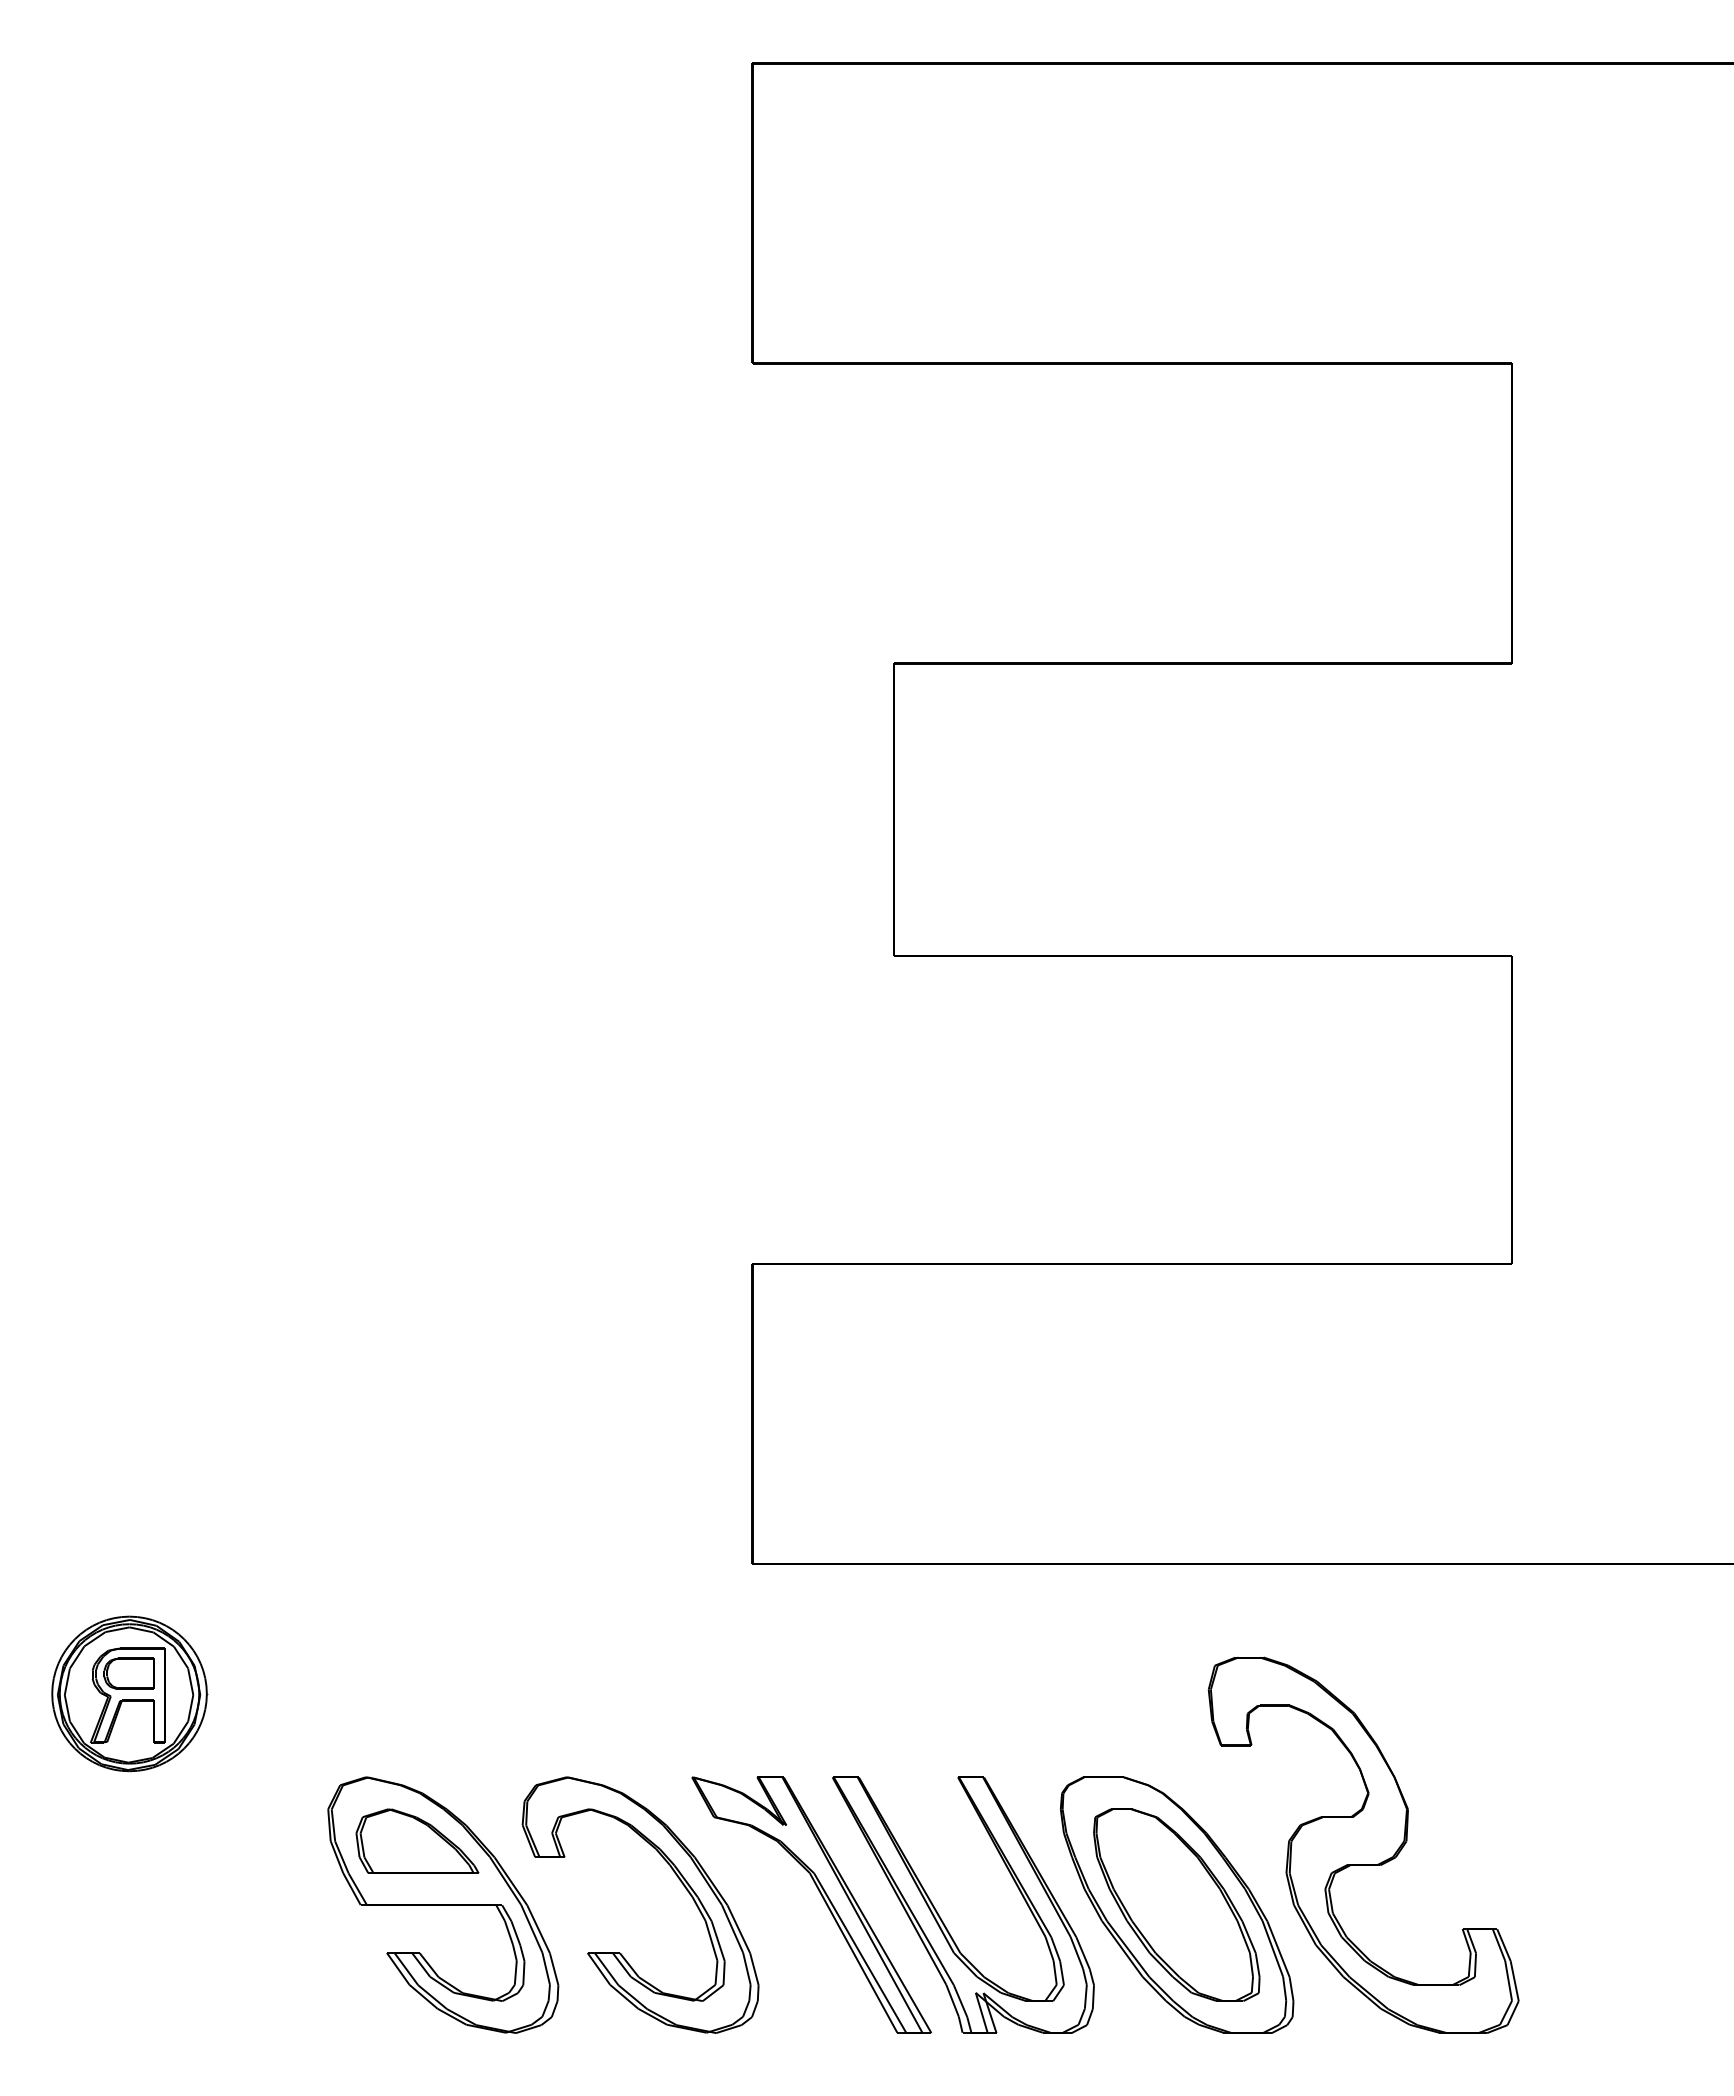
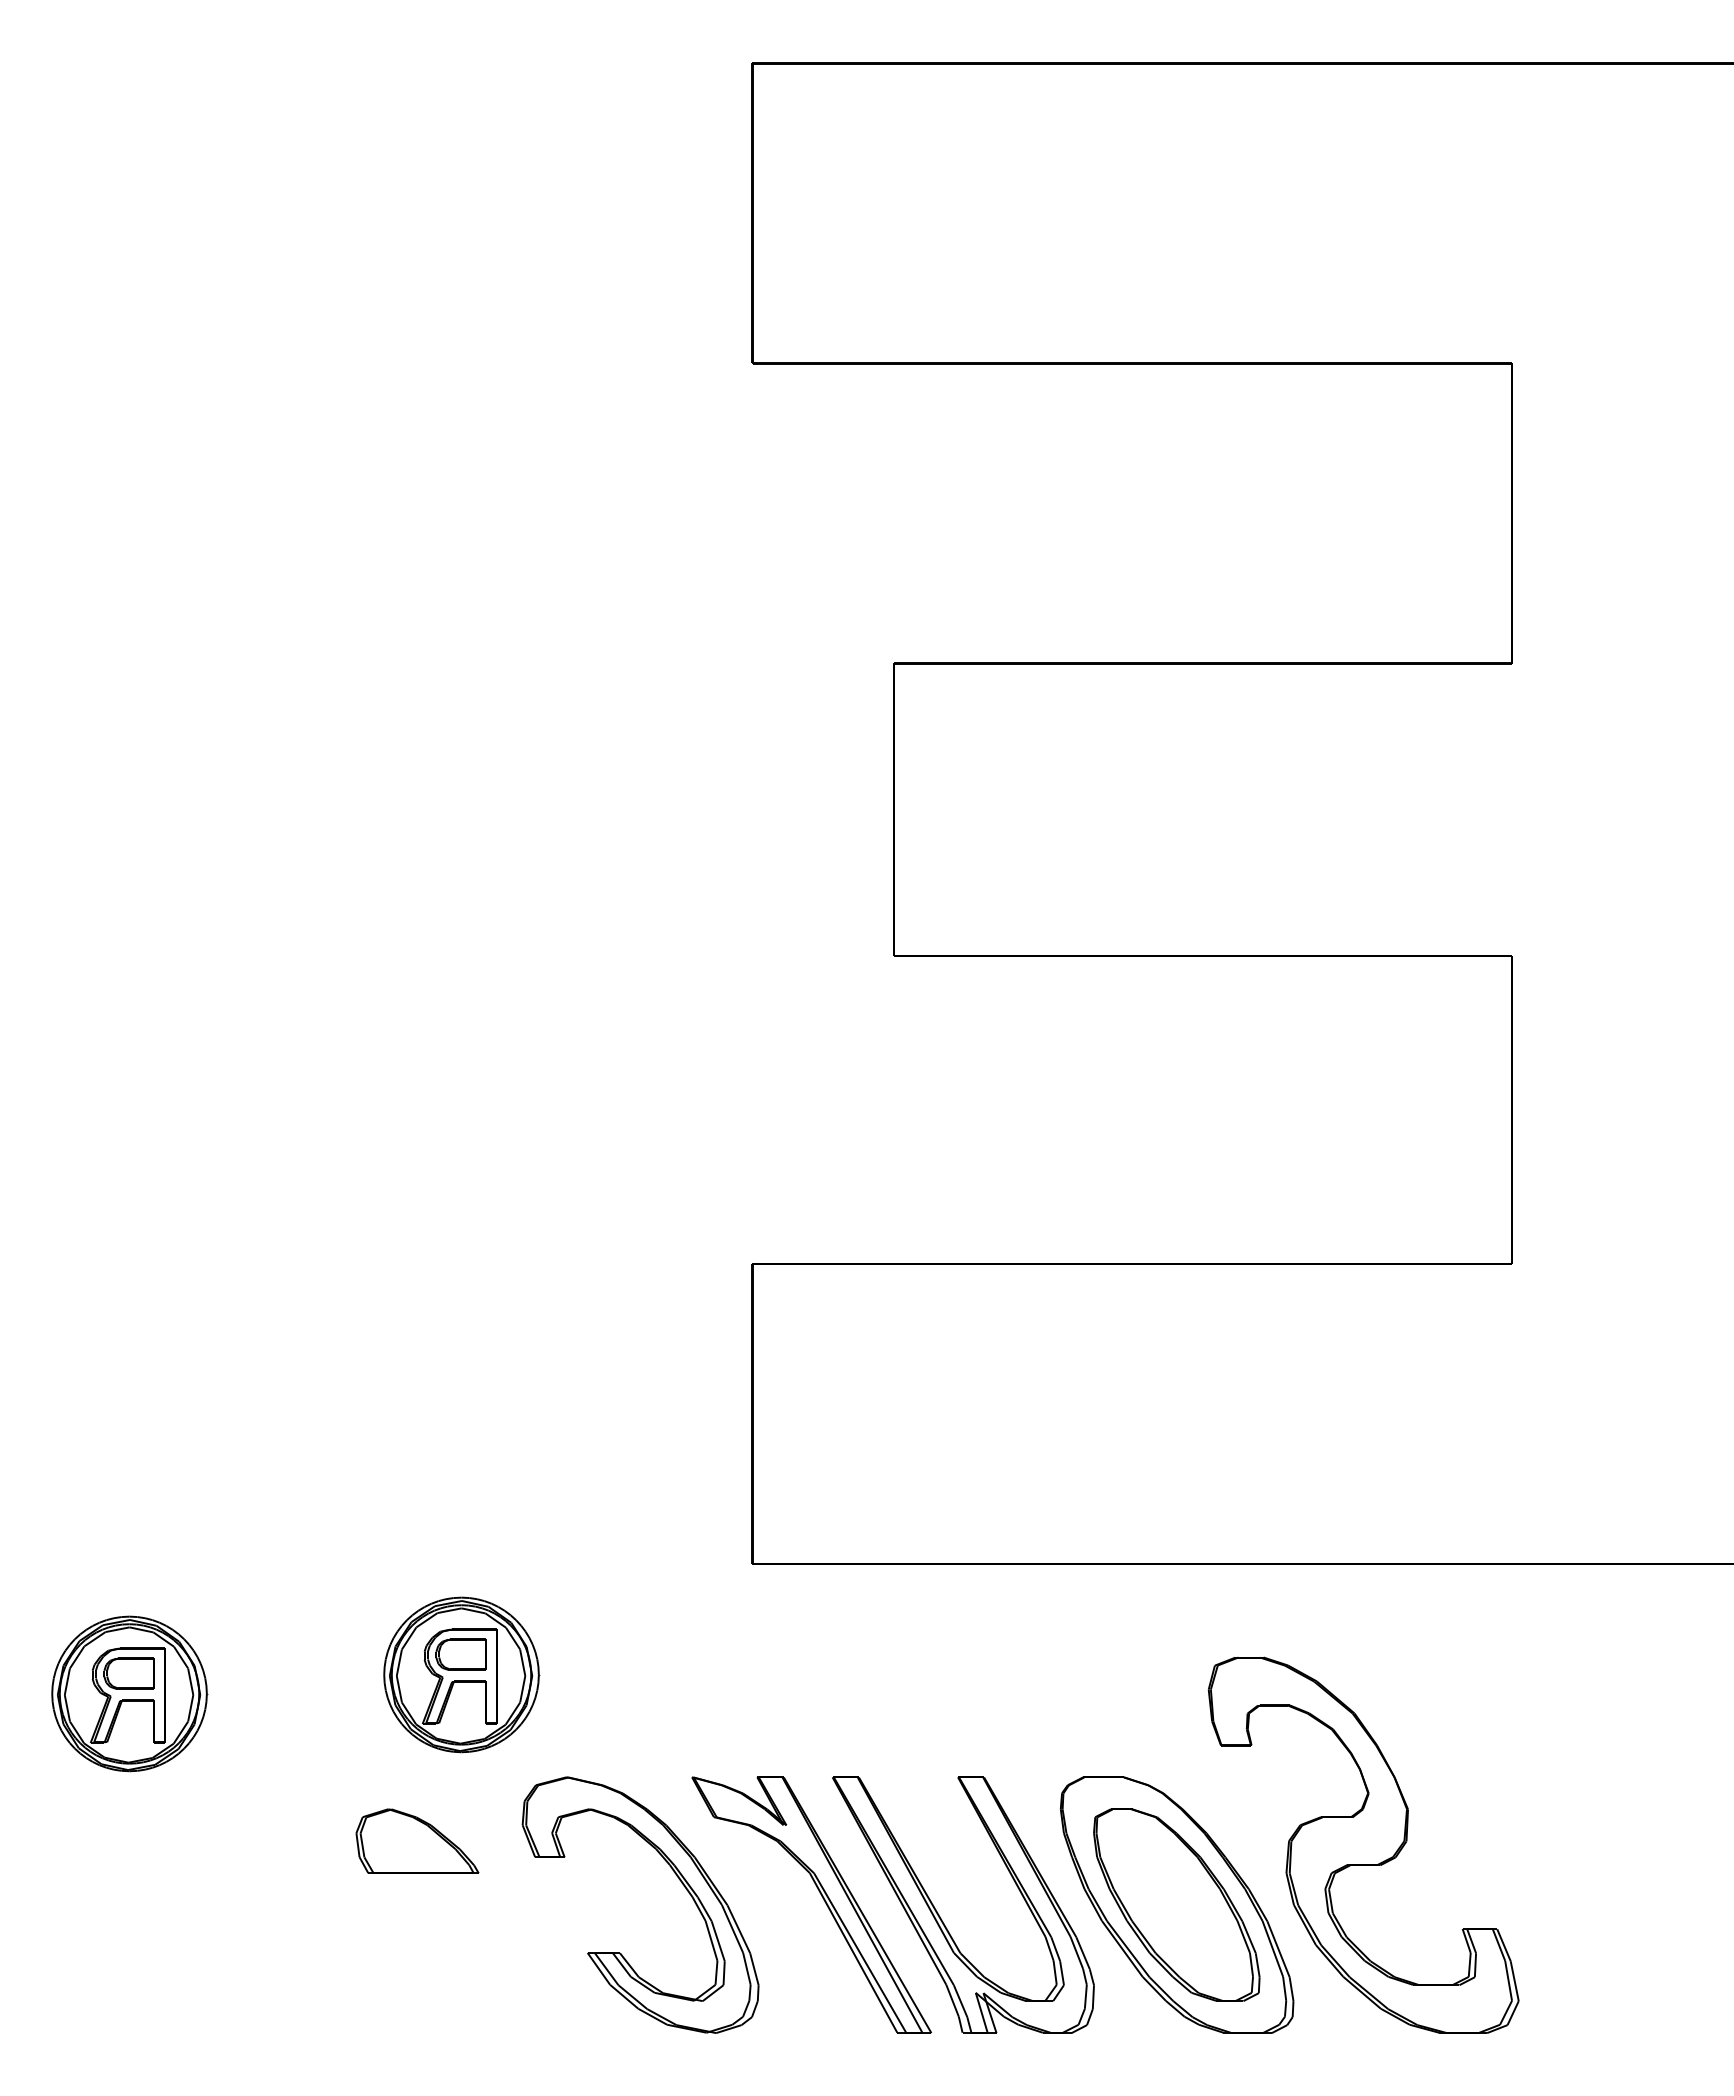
part at (461, 1674): none -> present
part at (443, 1904): present -> none
